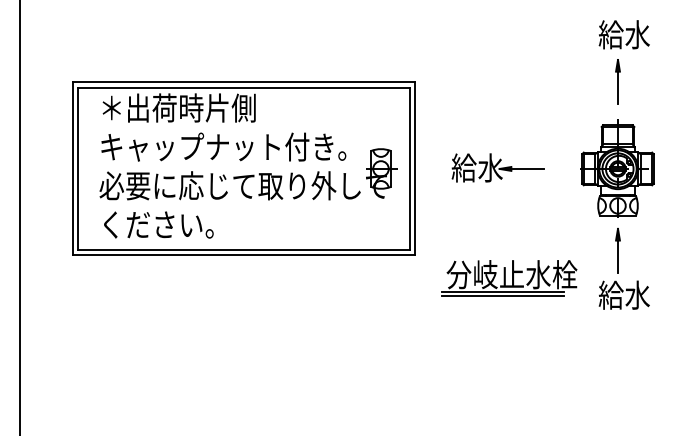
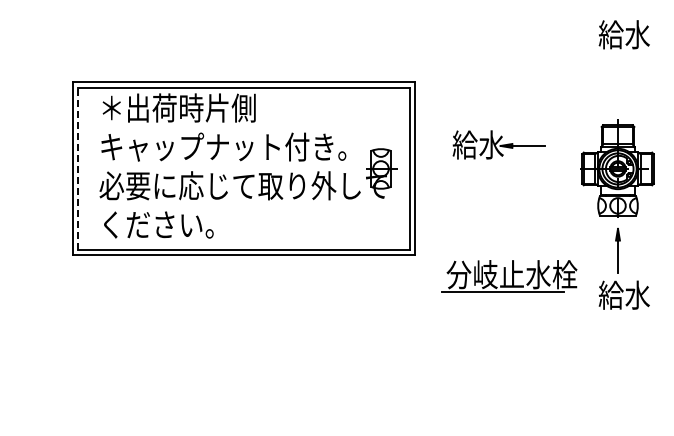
part at (617, 81): present -> none
part at (497, 167) position: (497, 167) -> (498, 144)
line at (78, 168): solid -> dashed
line at (20, 217): present -> none
line at (502, 295): present -> none
